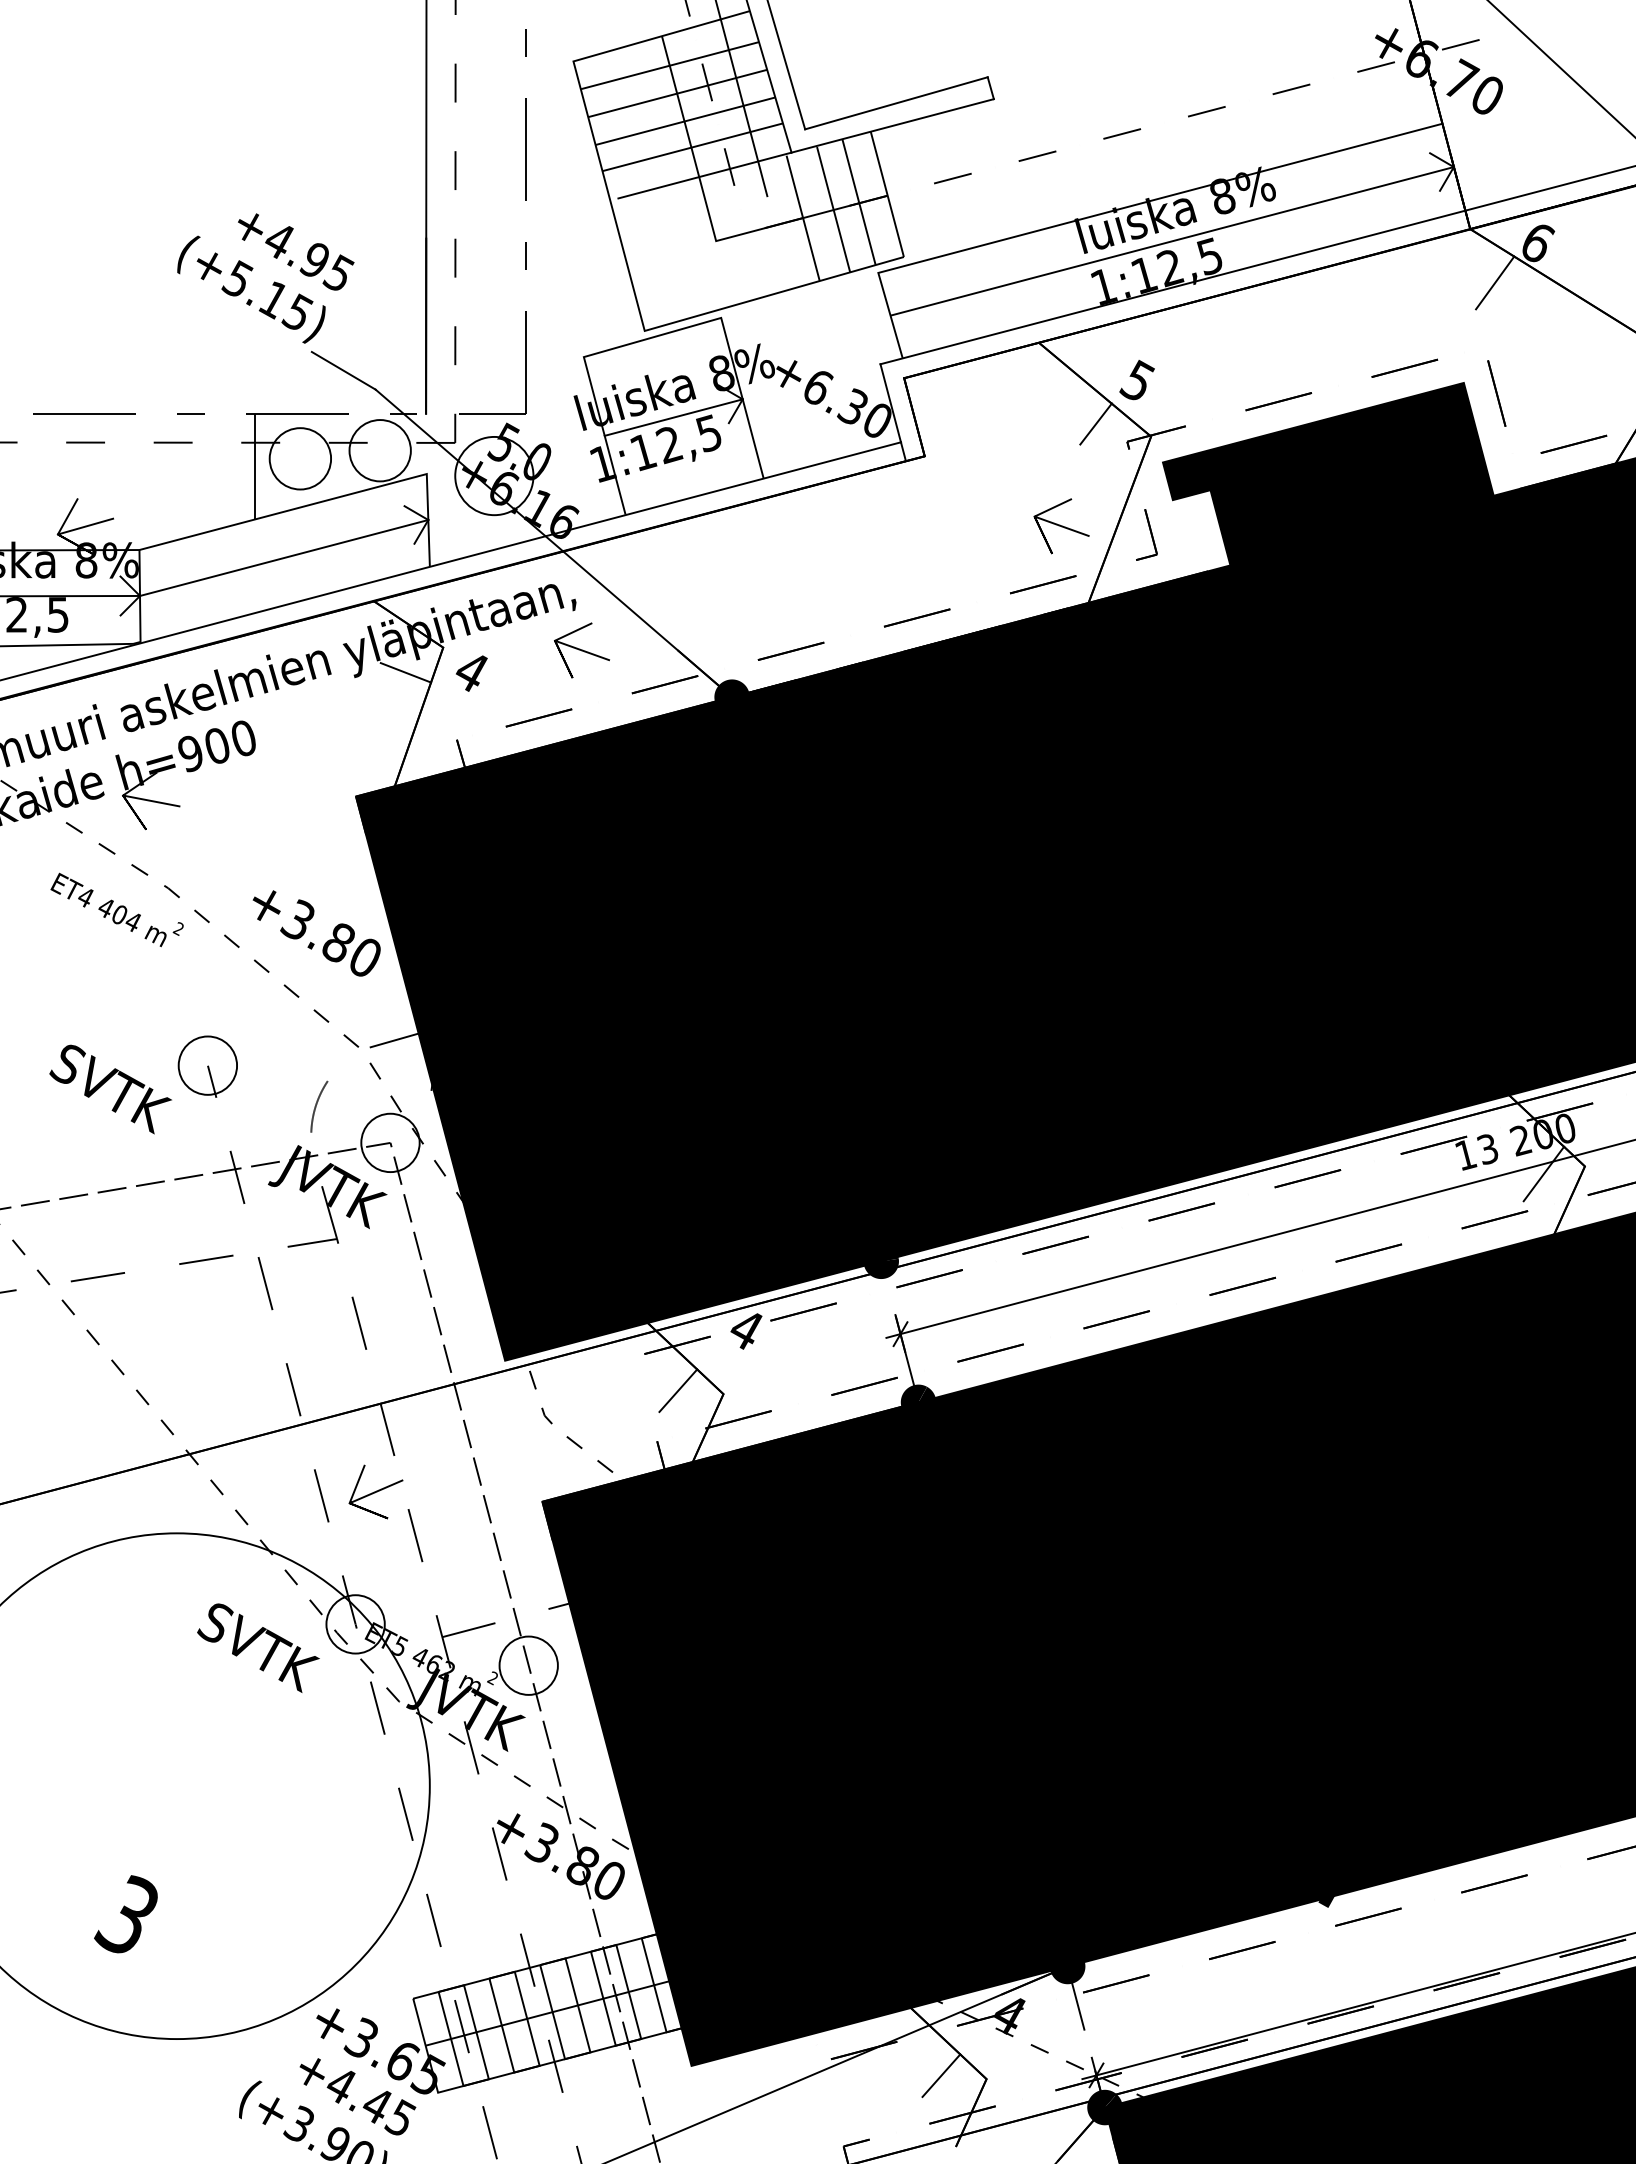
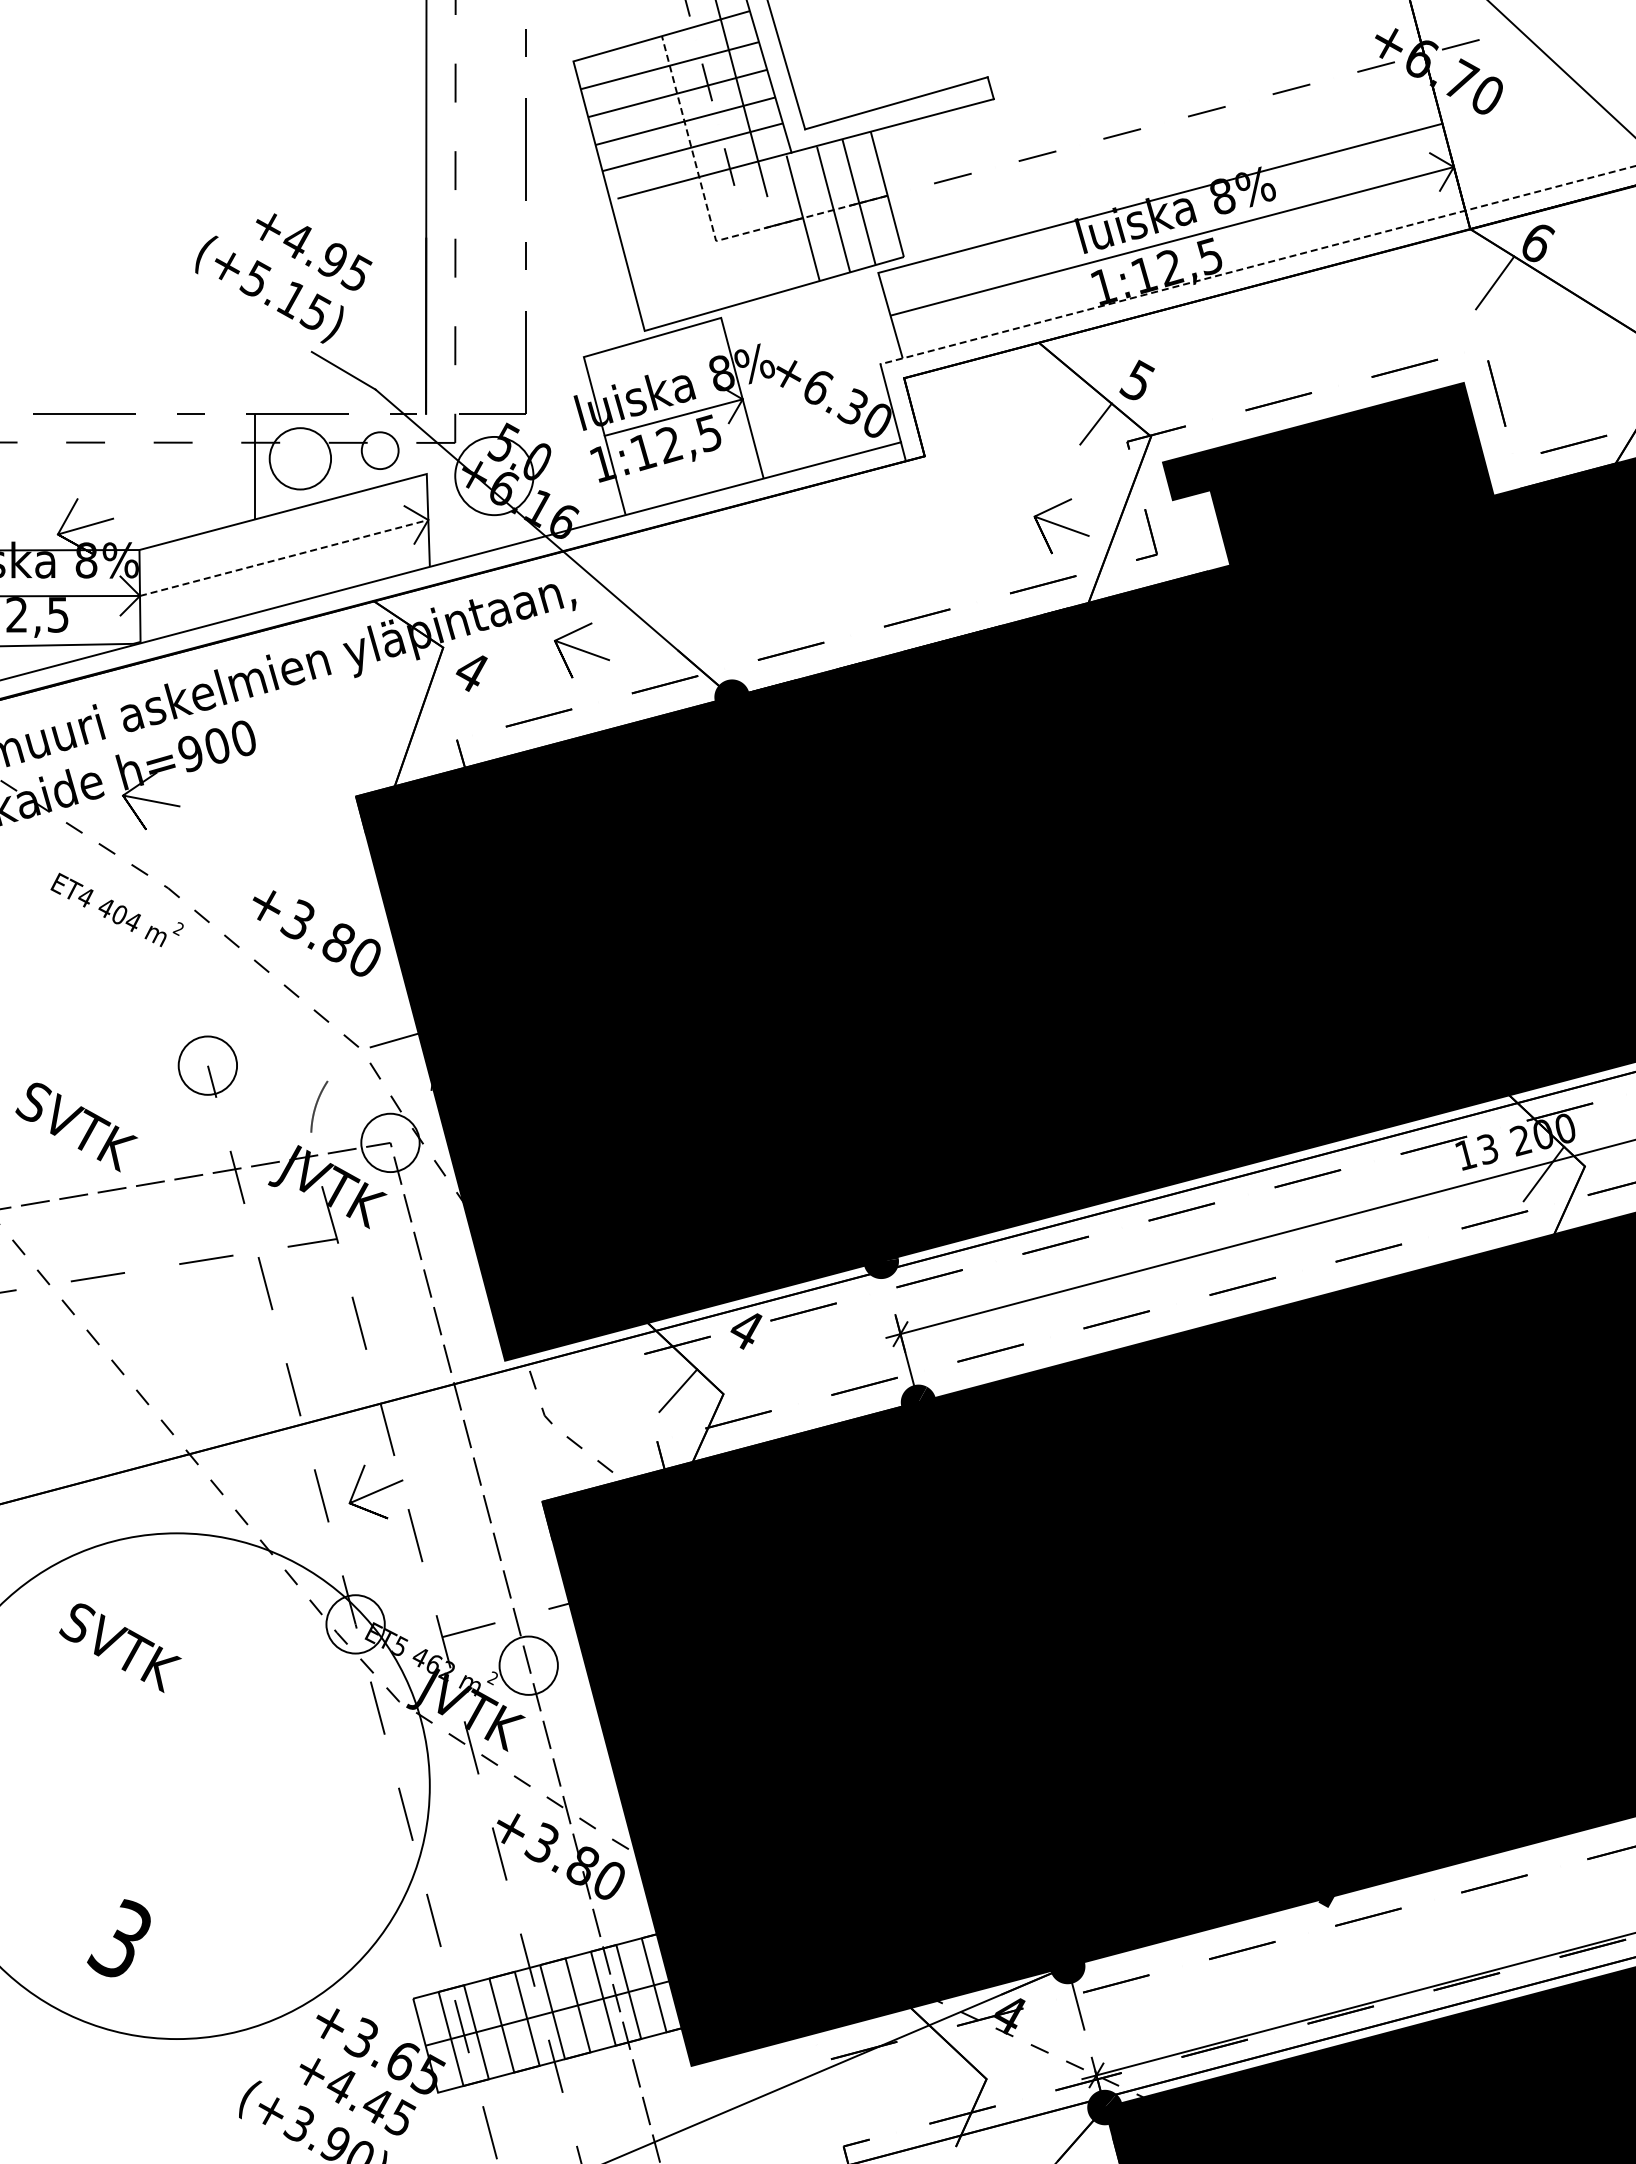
line at (711, 224): solid -> dashed
line at (1257, 265): solid -> dashed
text at (265, 278) position: (265, 278) -> (283, 278)
circle at (379, 450) diameter: 61 px -> 37 px
line at (284, 557): solid -> dashed
line at (405, 672): present -> none
text at (110, 1089) position: (110, 1089) -> (76, 1127)
text at (258, 1647) position: (258, 1647) -> (120, 1647)
text at (125, 1914) position: (125, 1914) -> (118, 1938)
line at (941, 2075): present -> none
